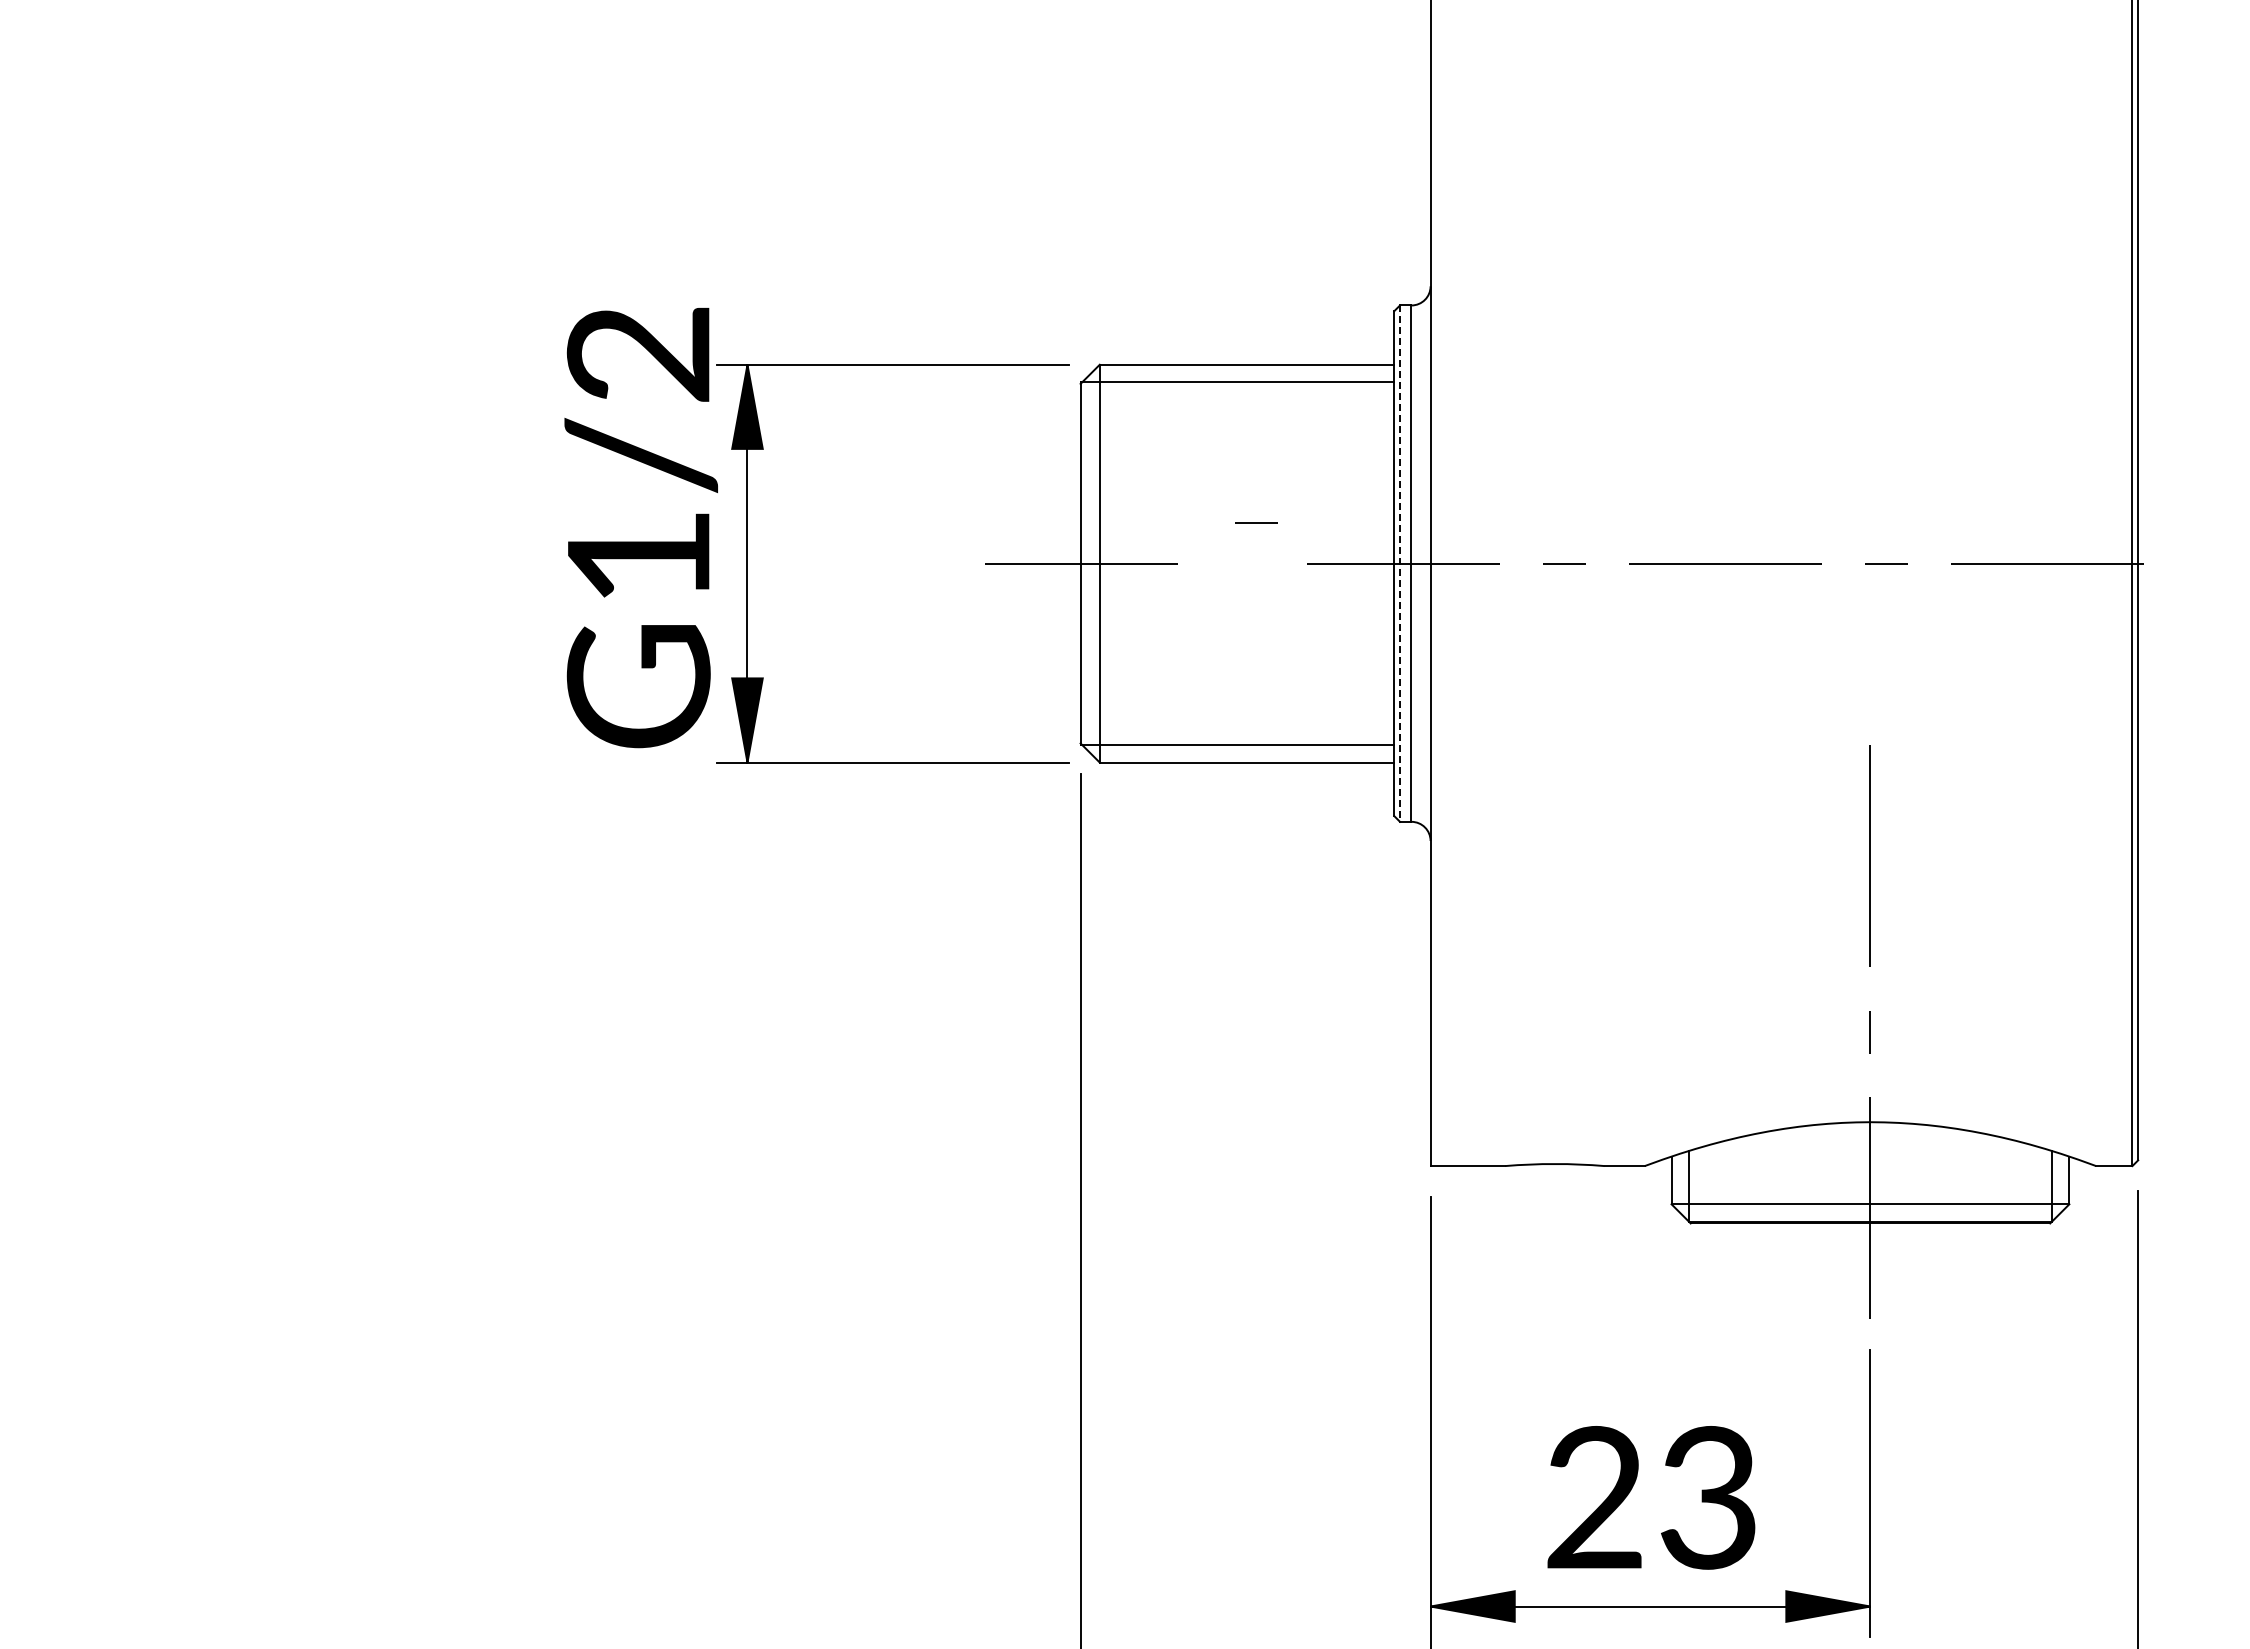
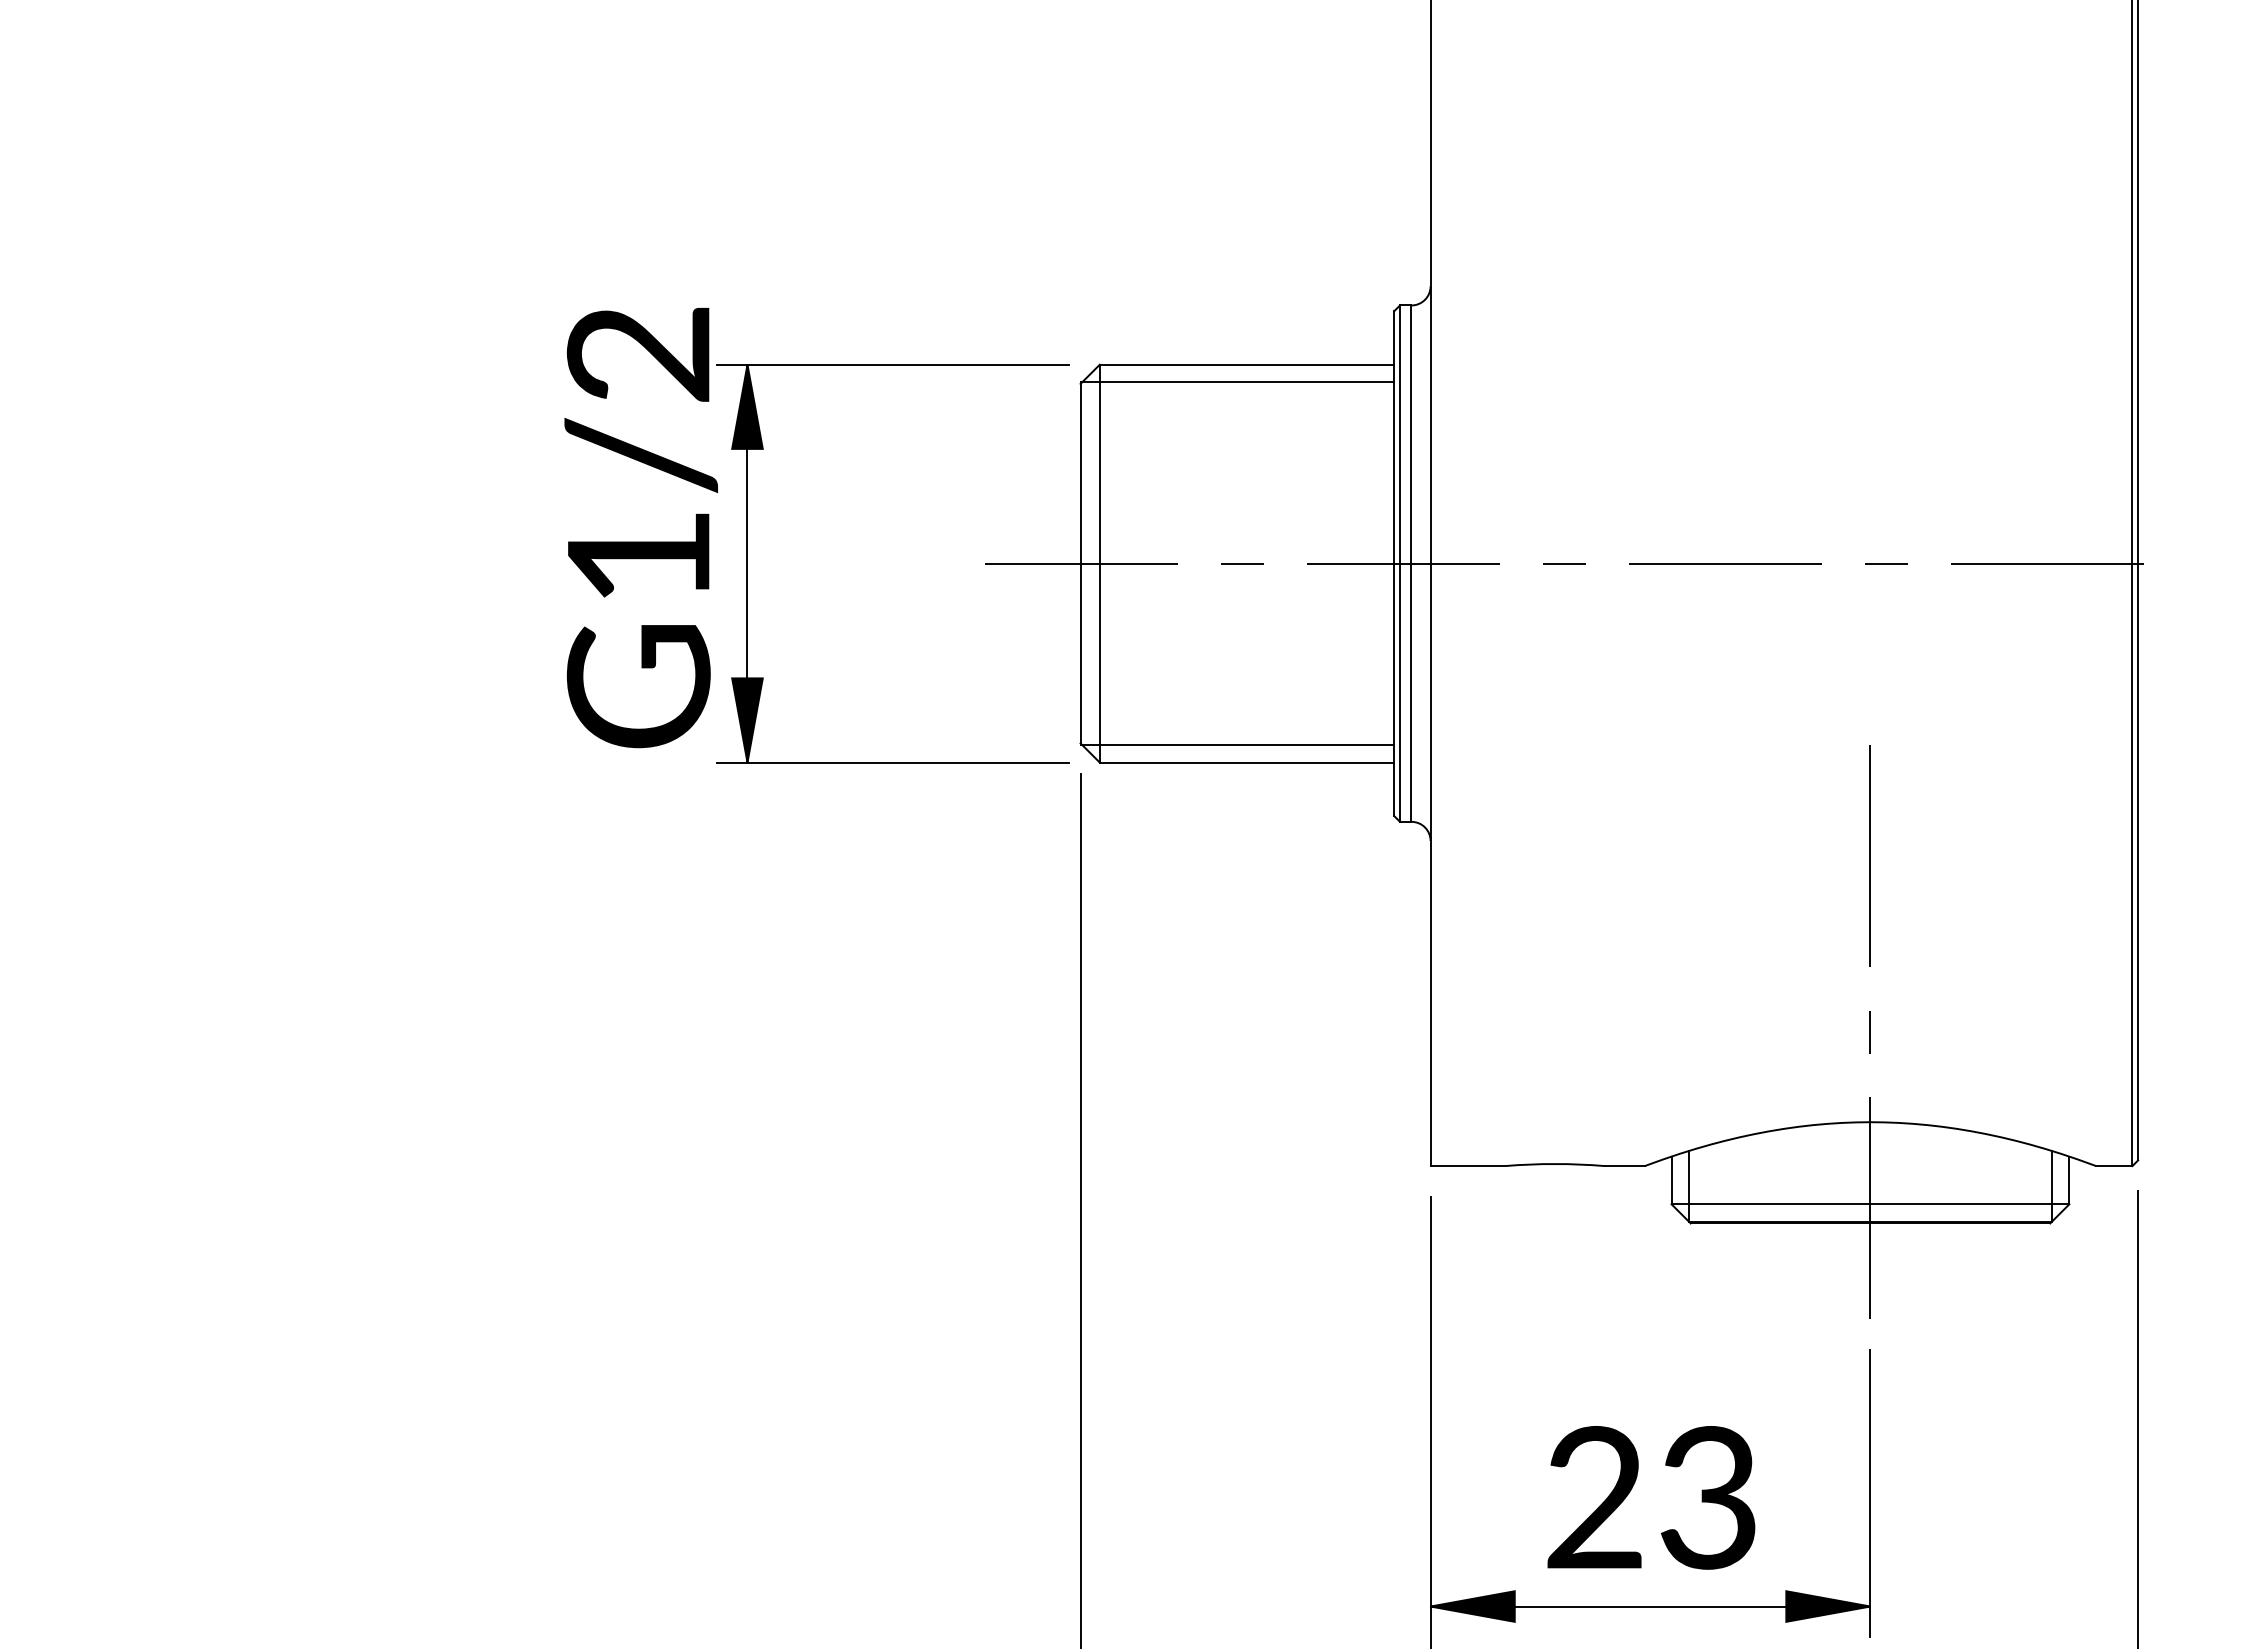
line at (1256, 522) position: (1256, 522) -> (1242, 563)
line at (1400, 564): dashed -> solid
